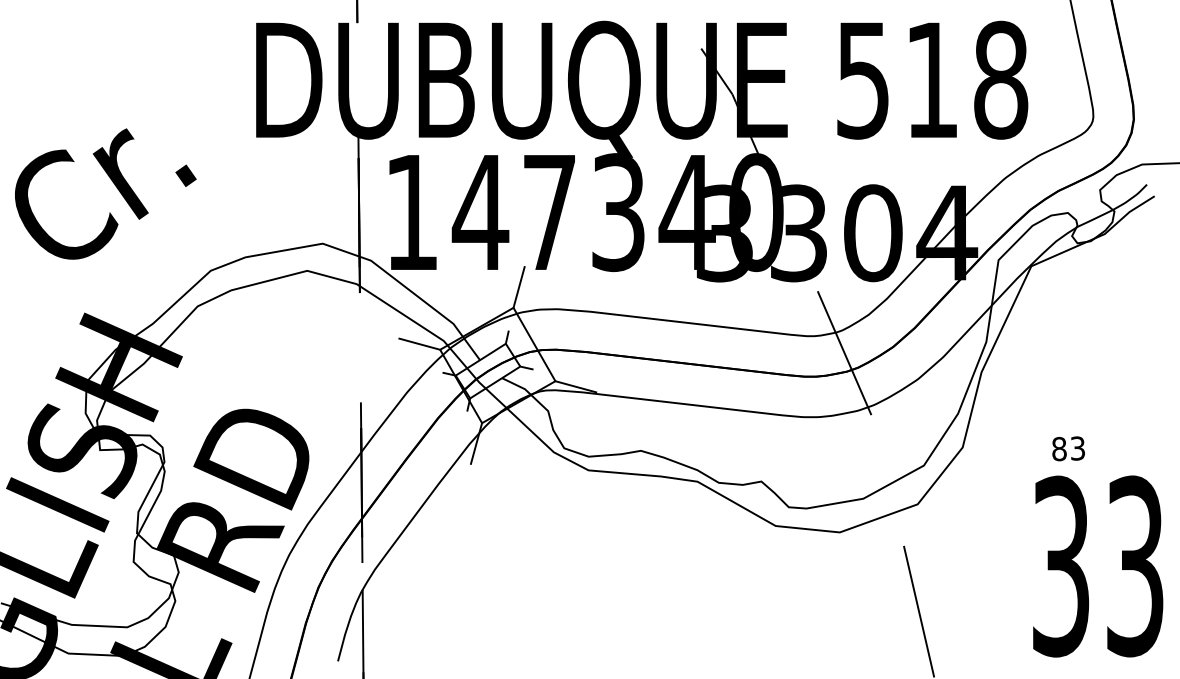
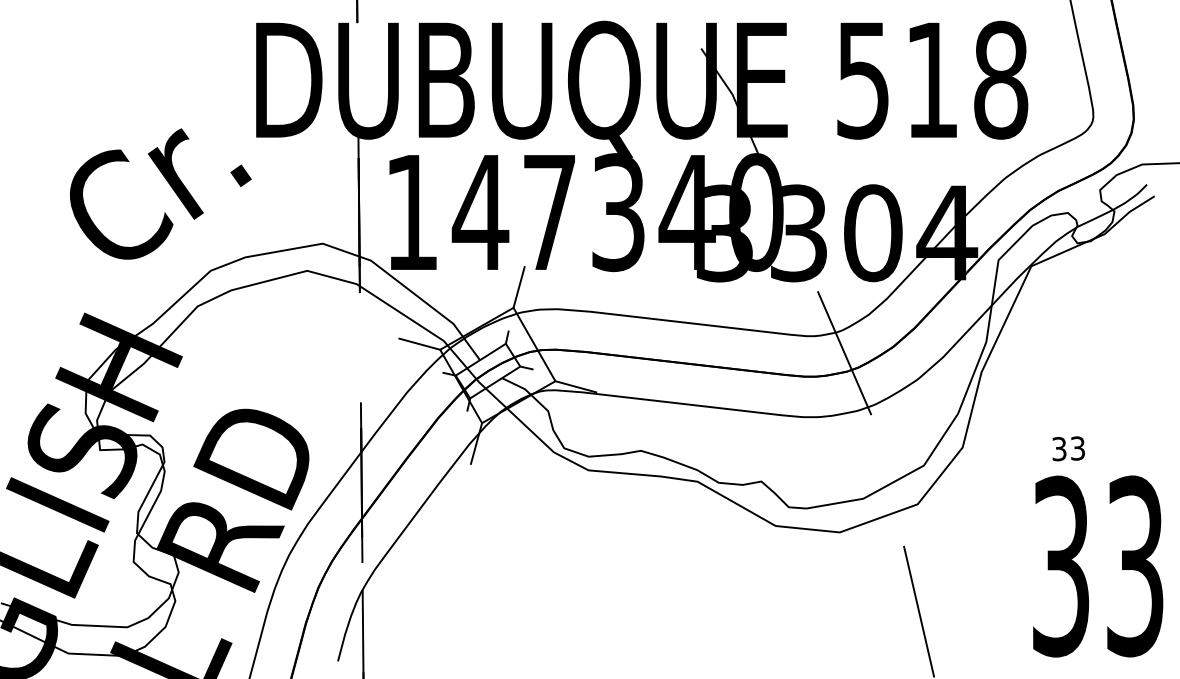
text at (105, 193) position: (105, 193) -> (160, 193)
text at (1059, 449): 83 -> 33
